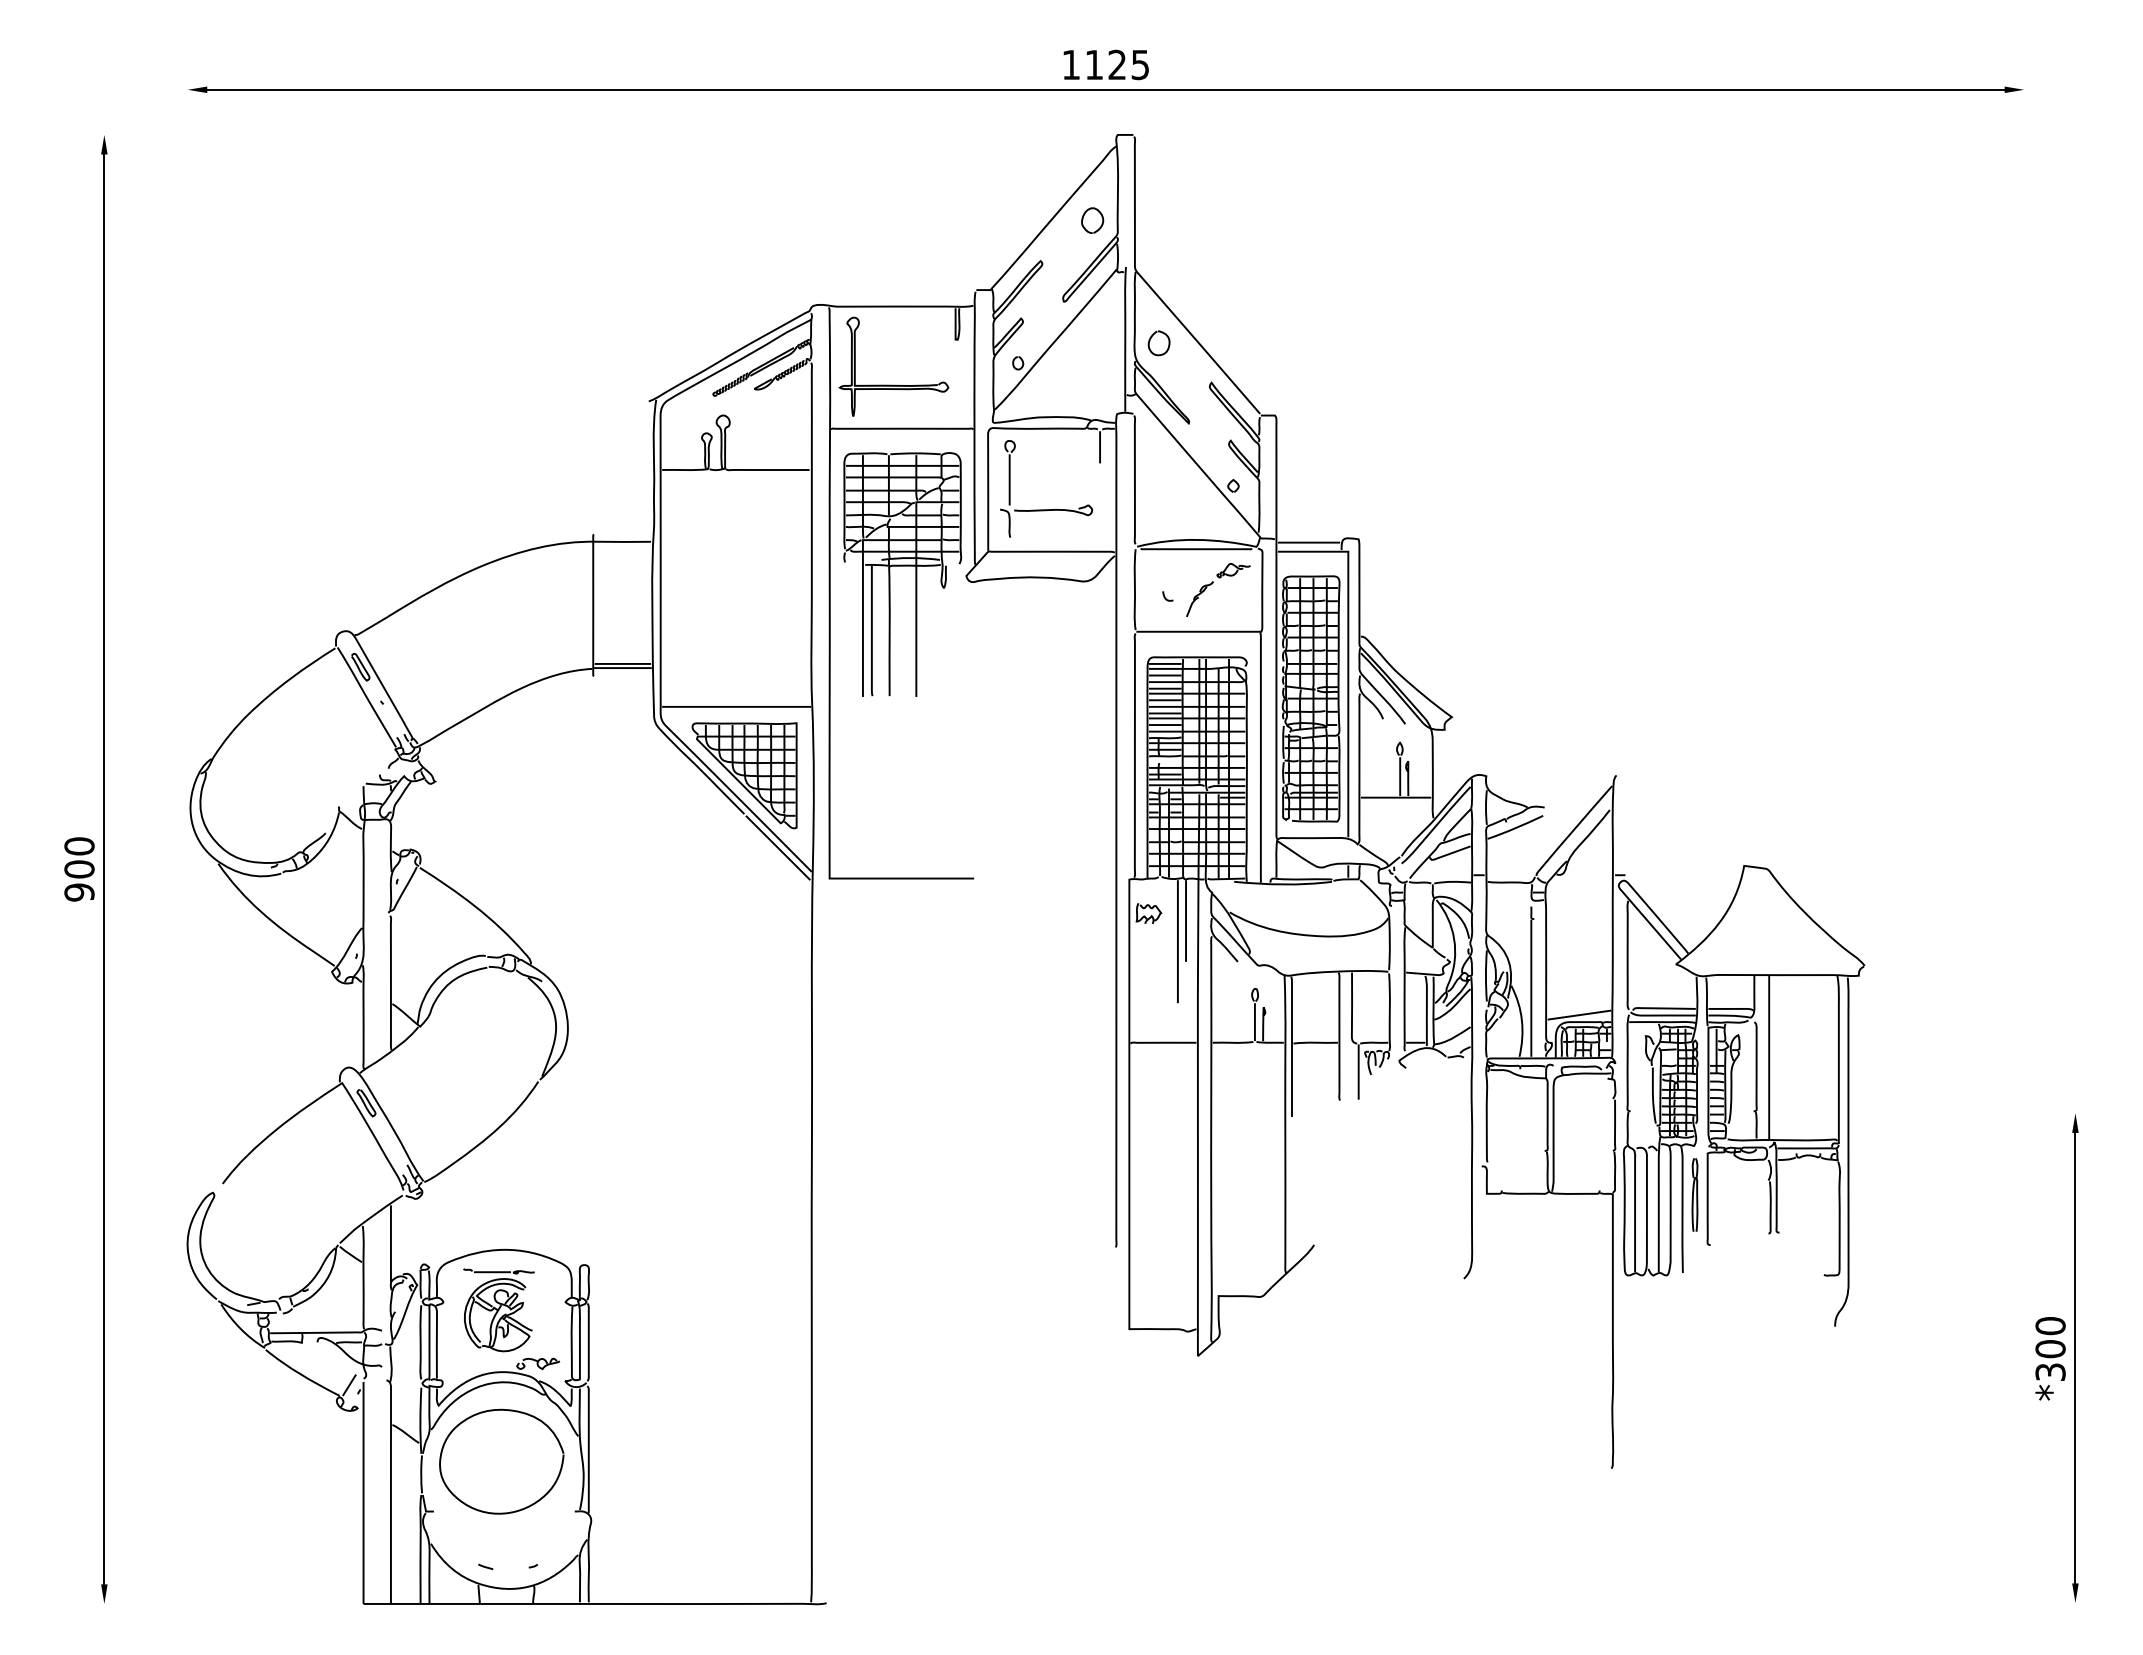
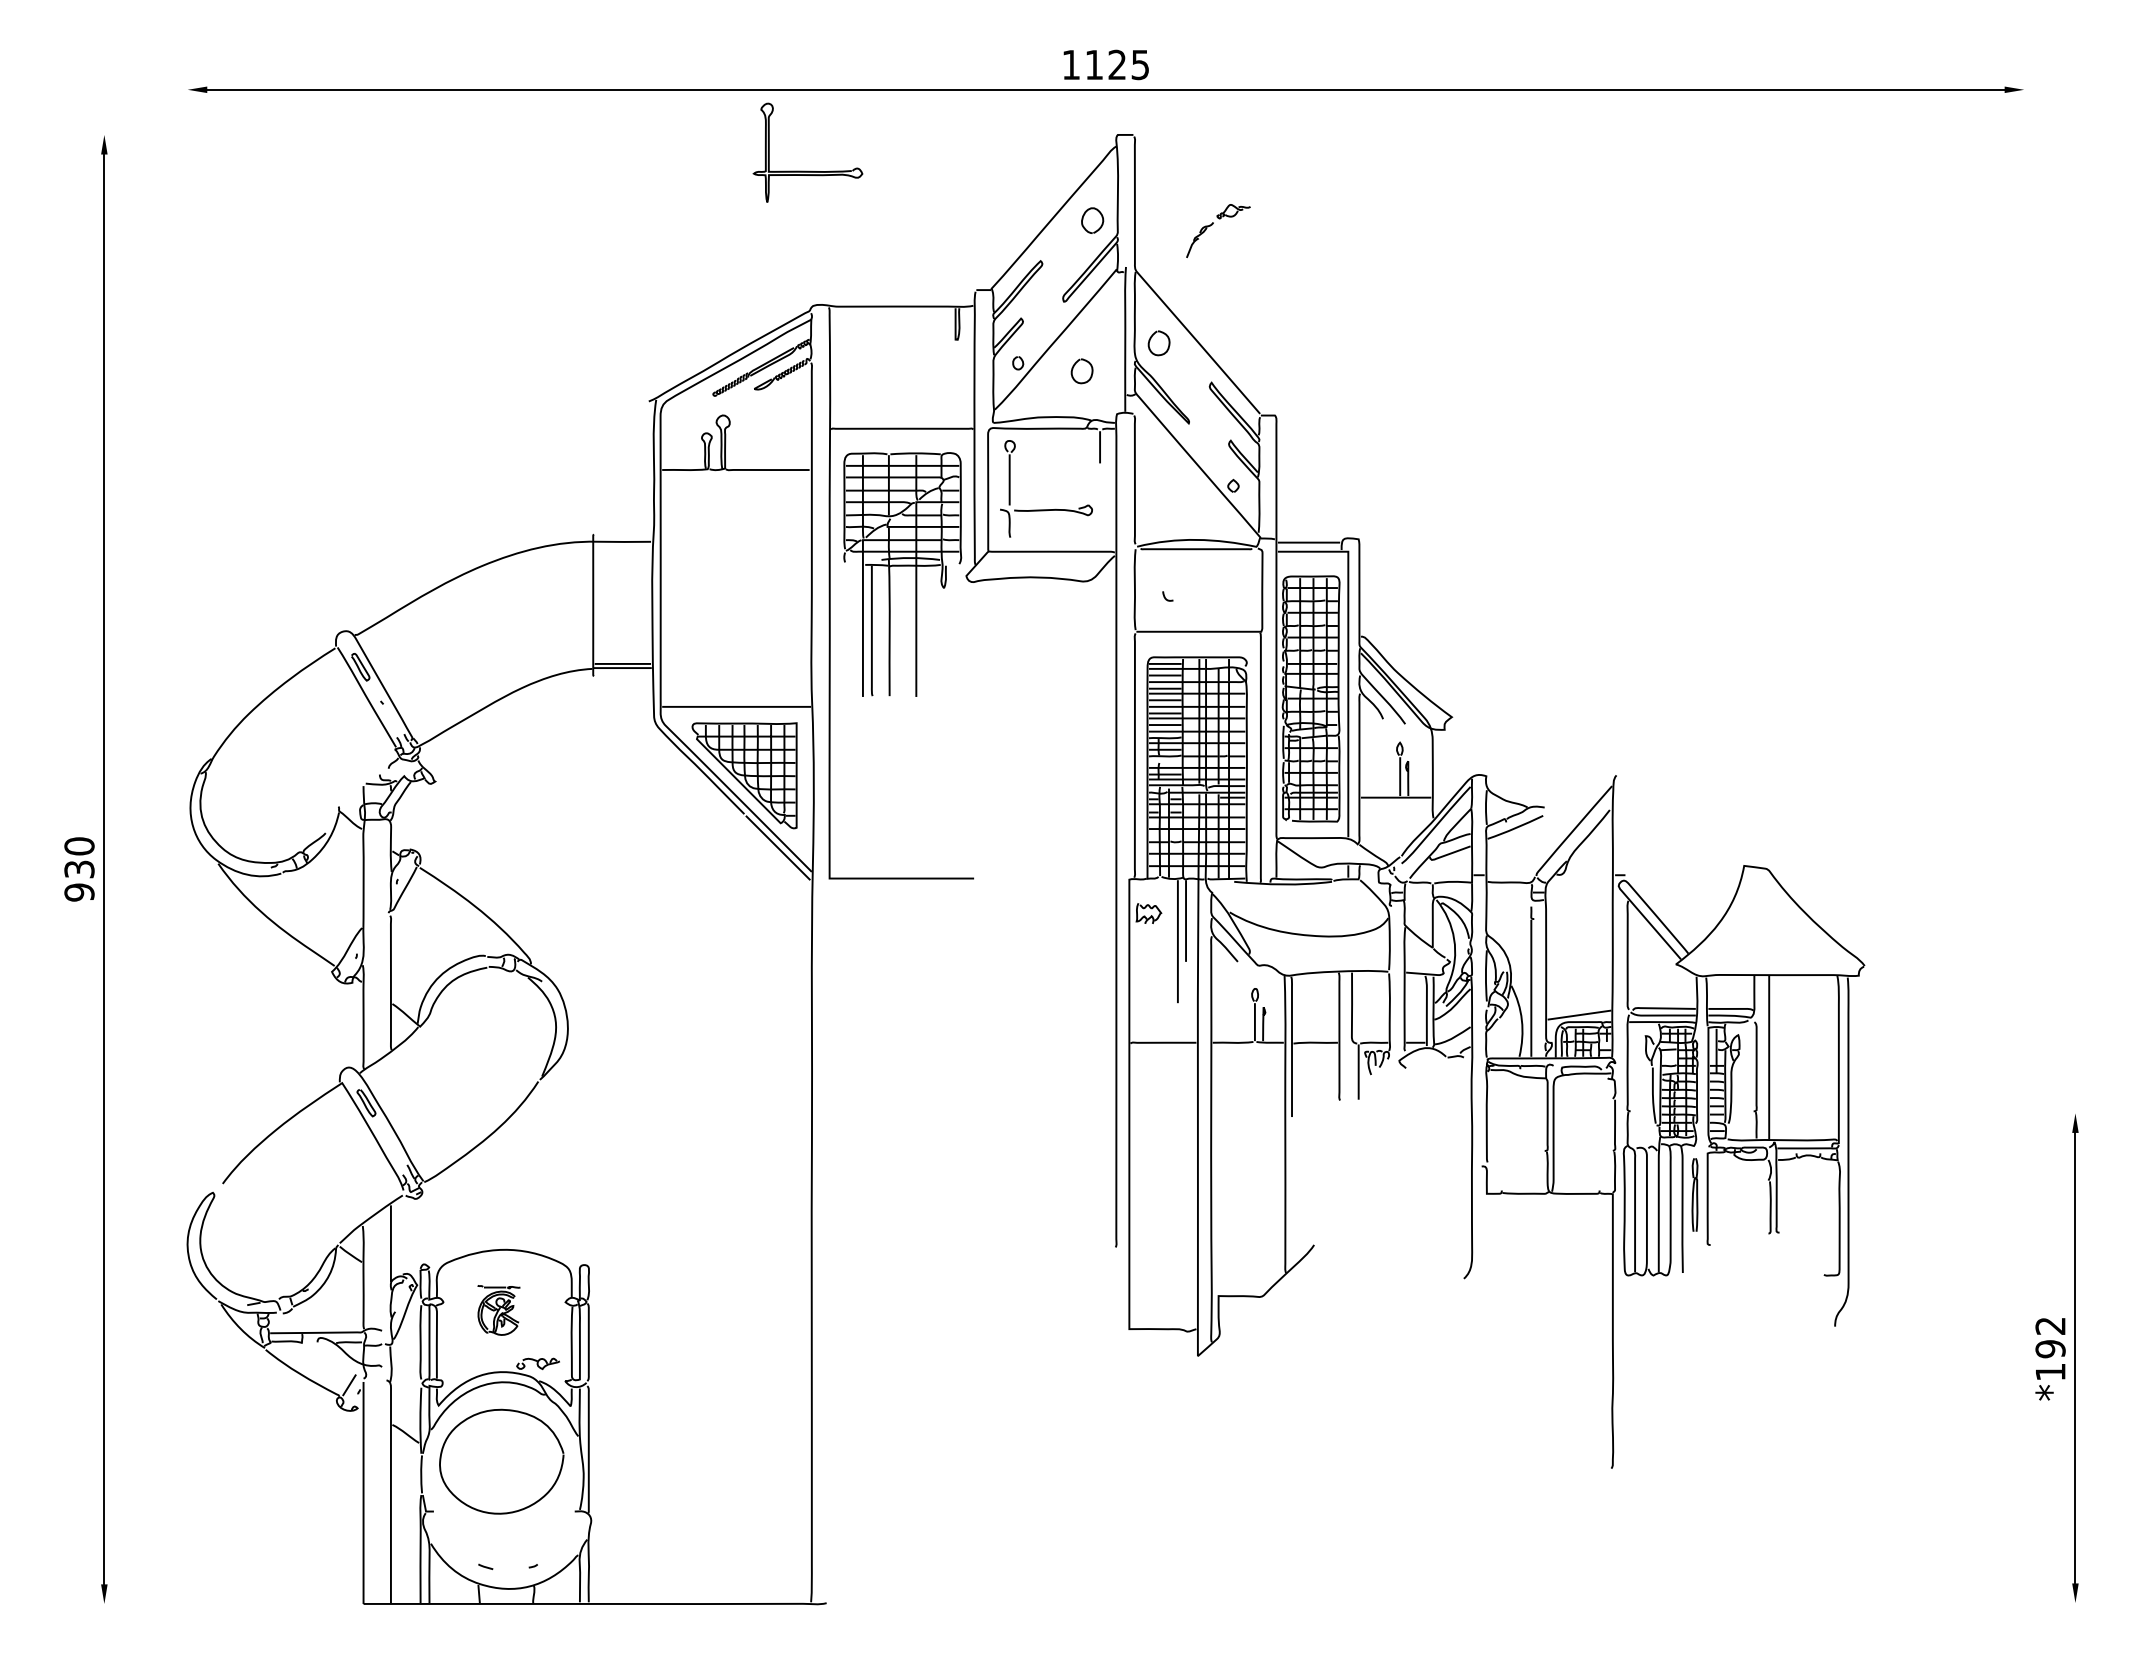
curve at (1073, 369): none -> present
curve at (893, 384) position: (893, 384) -> (807, 170)
part at (1213, 583) position: (1213, 583) -> (1213, 224)
text at (79, 869): 900 -> 930
part at (498, 1310) size: 72x85 px -> 44x51 px
text at (2050, 1348): *300 -> *192
